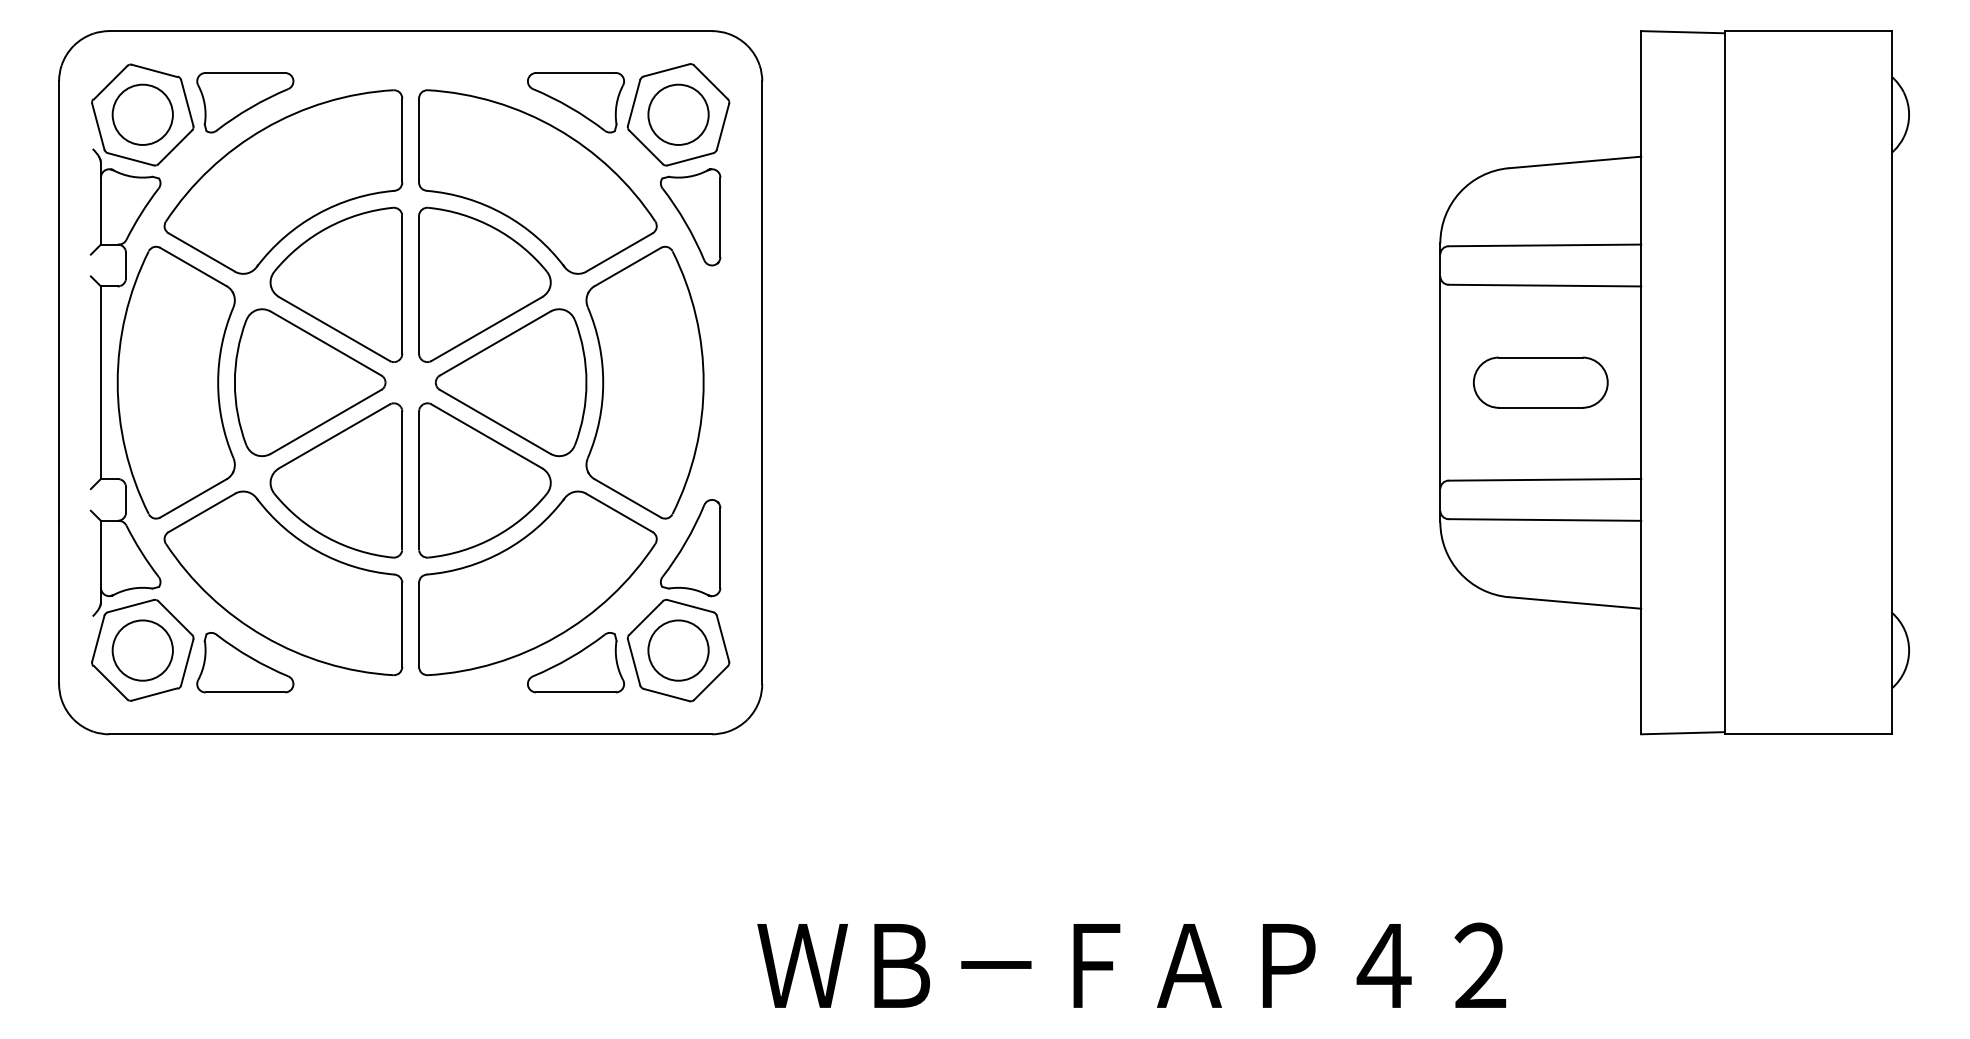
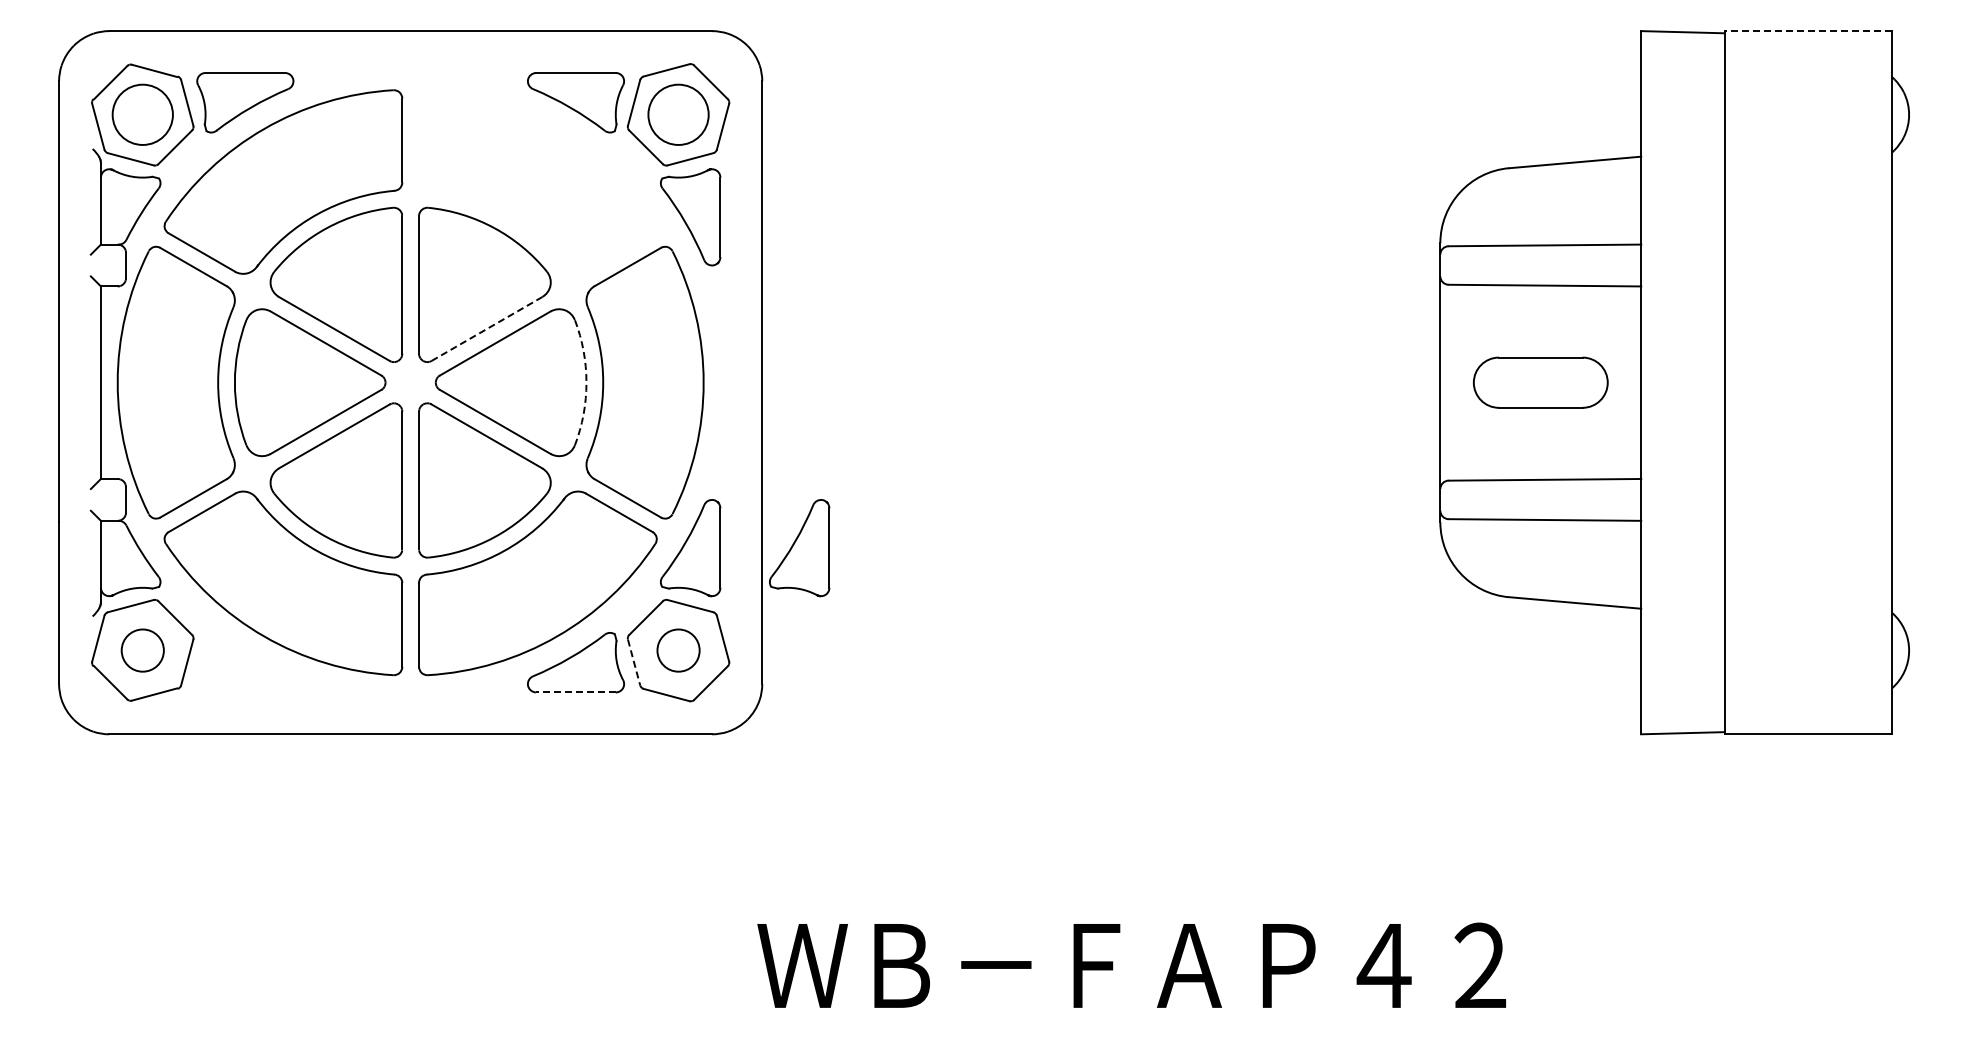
line at (1808, 31): solid -> dashed
part at (537, 181): present -> none
line at (487, 328): solid -> dashed
arc at (586, 382): solid -> dashed
part at (799, 548): none -> present
circle at (142, 650) diameter: 60 px -> 42 px
circle at (678, 650) diameter: 60 px -> 42 px
part at (245, 662): present -> none
line at (634, 662): solid -> dashed
line at (576, 692): solid -> dashed
